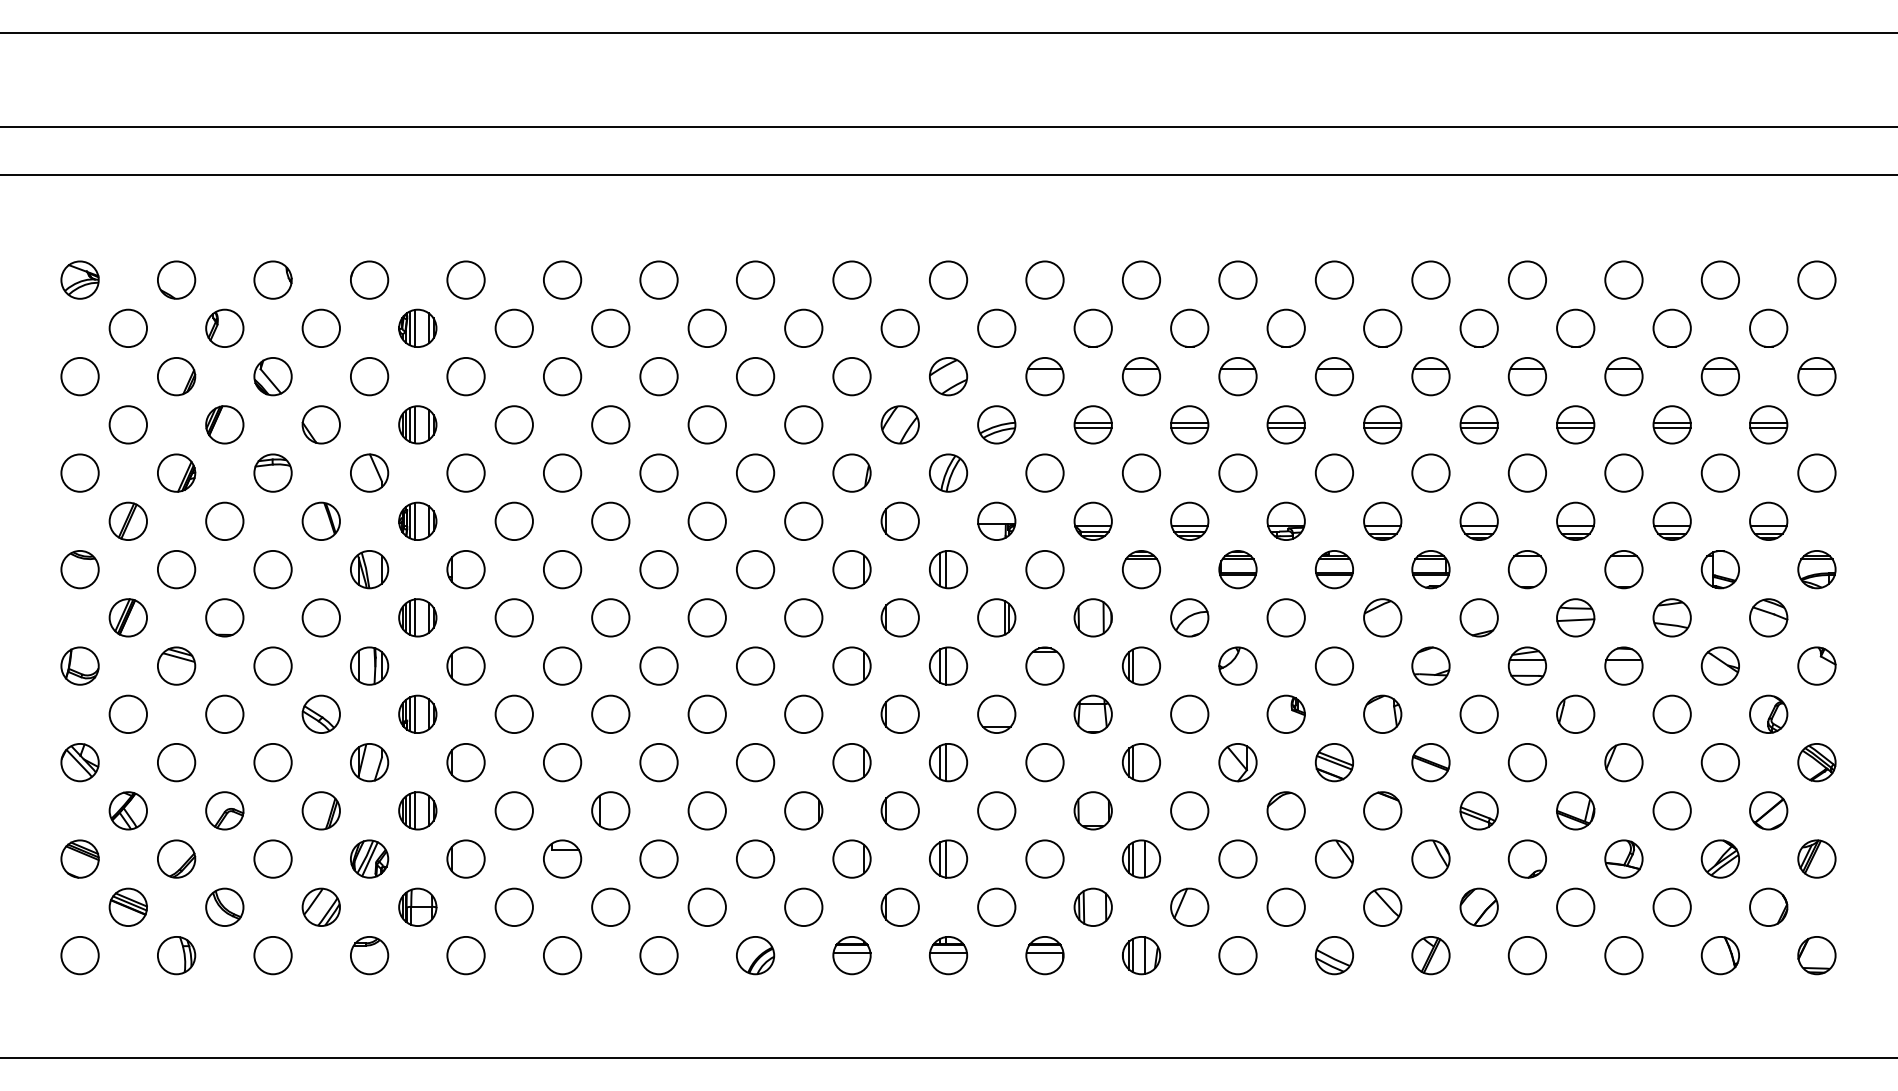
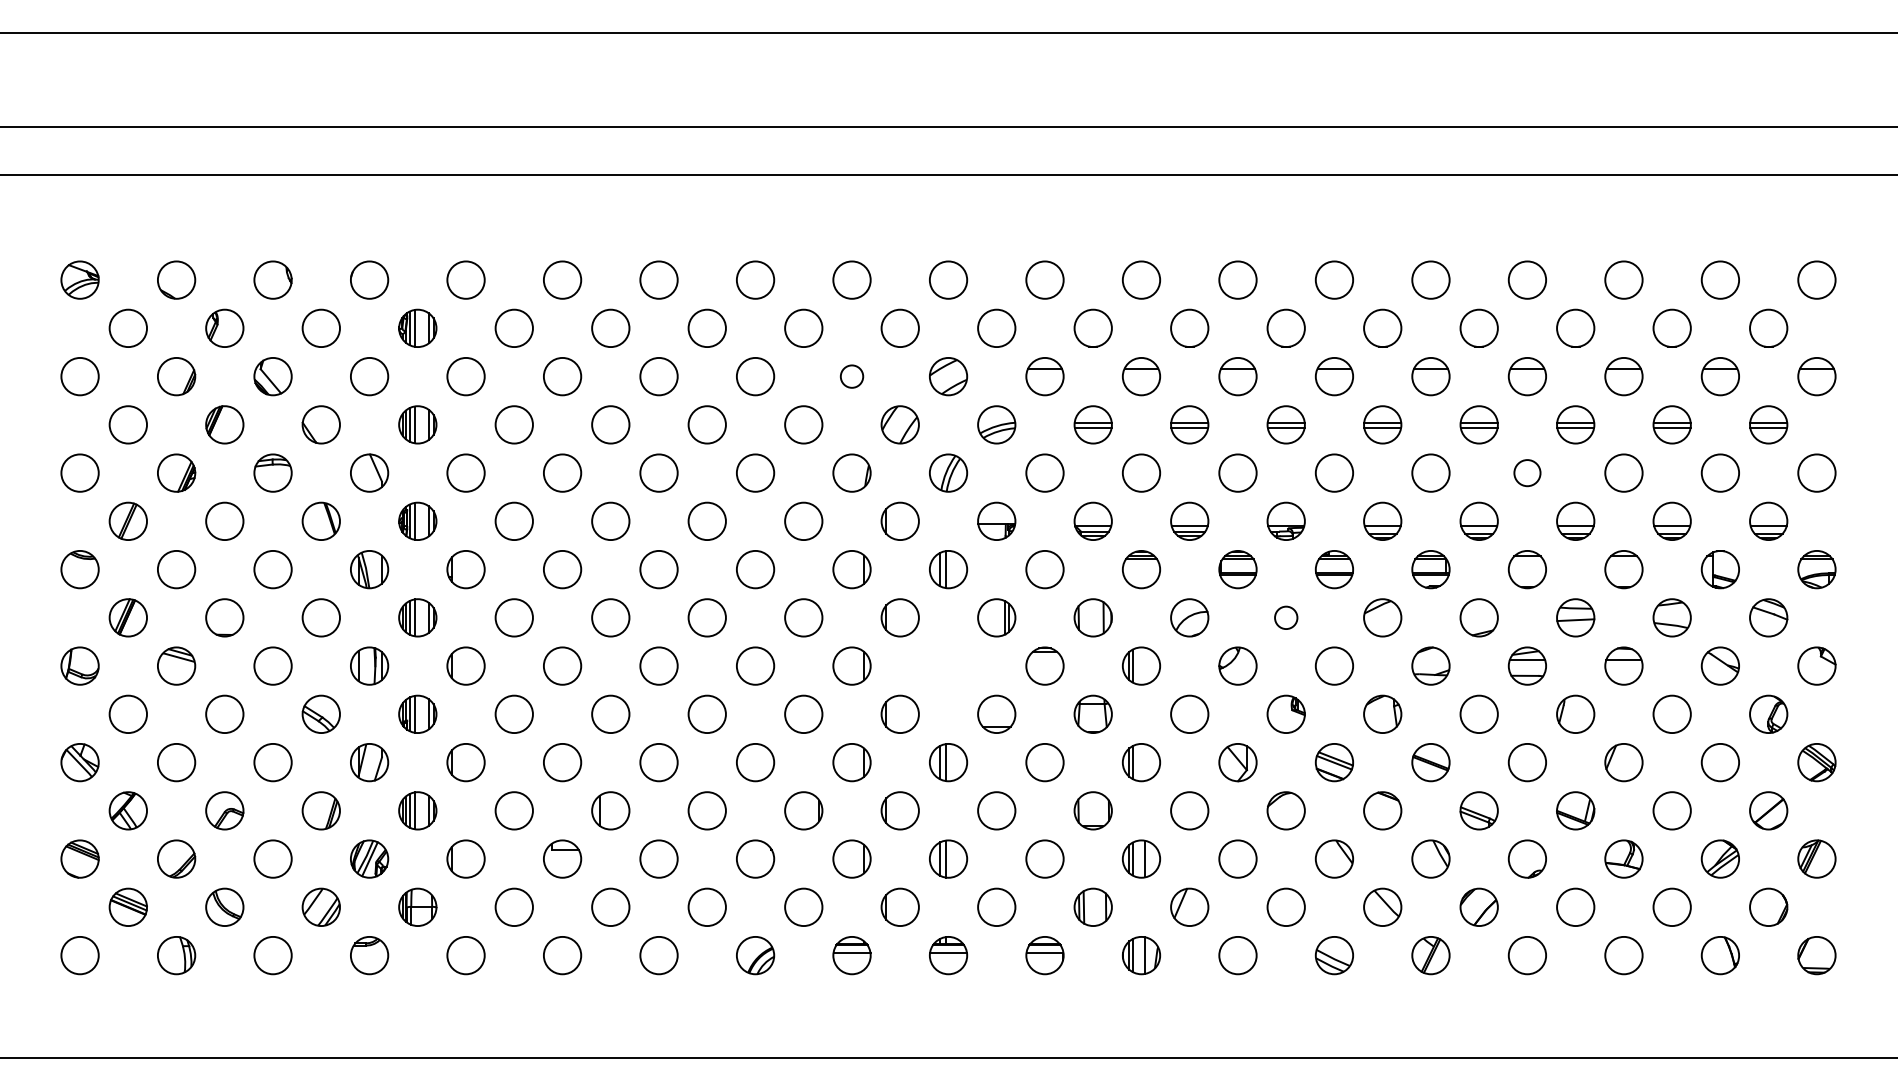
circle at (851, 376) diameter: 37 px -> 22 px
circle at (1527, 472) diameter: 37 px -> 26 px
circle at (1285, 617) diameter: 37 px -> 22 px
part at (948, 665): present -> none
